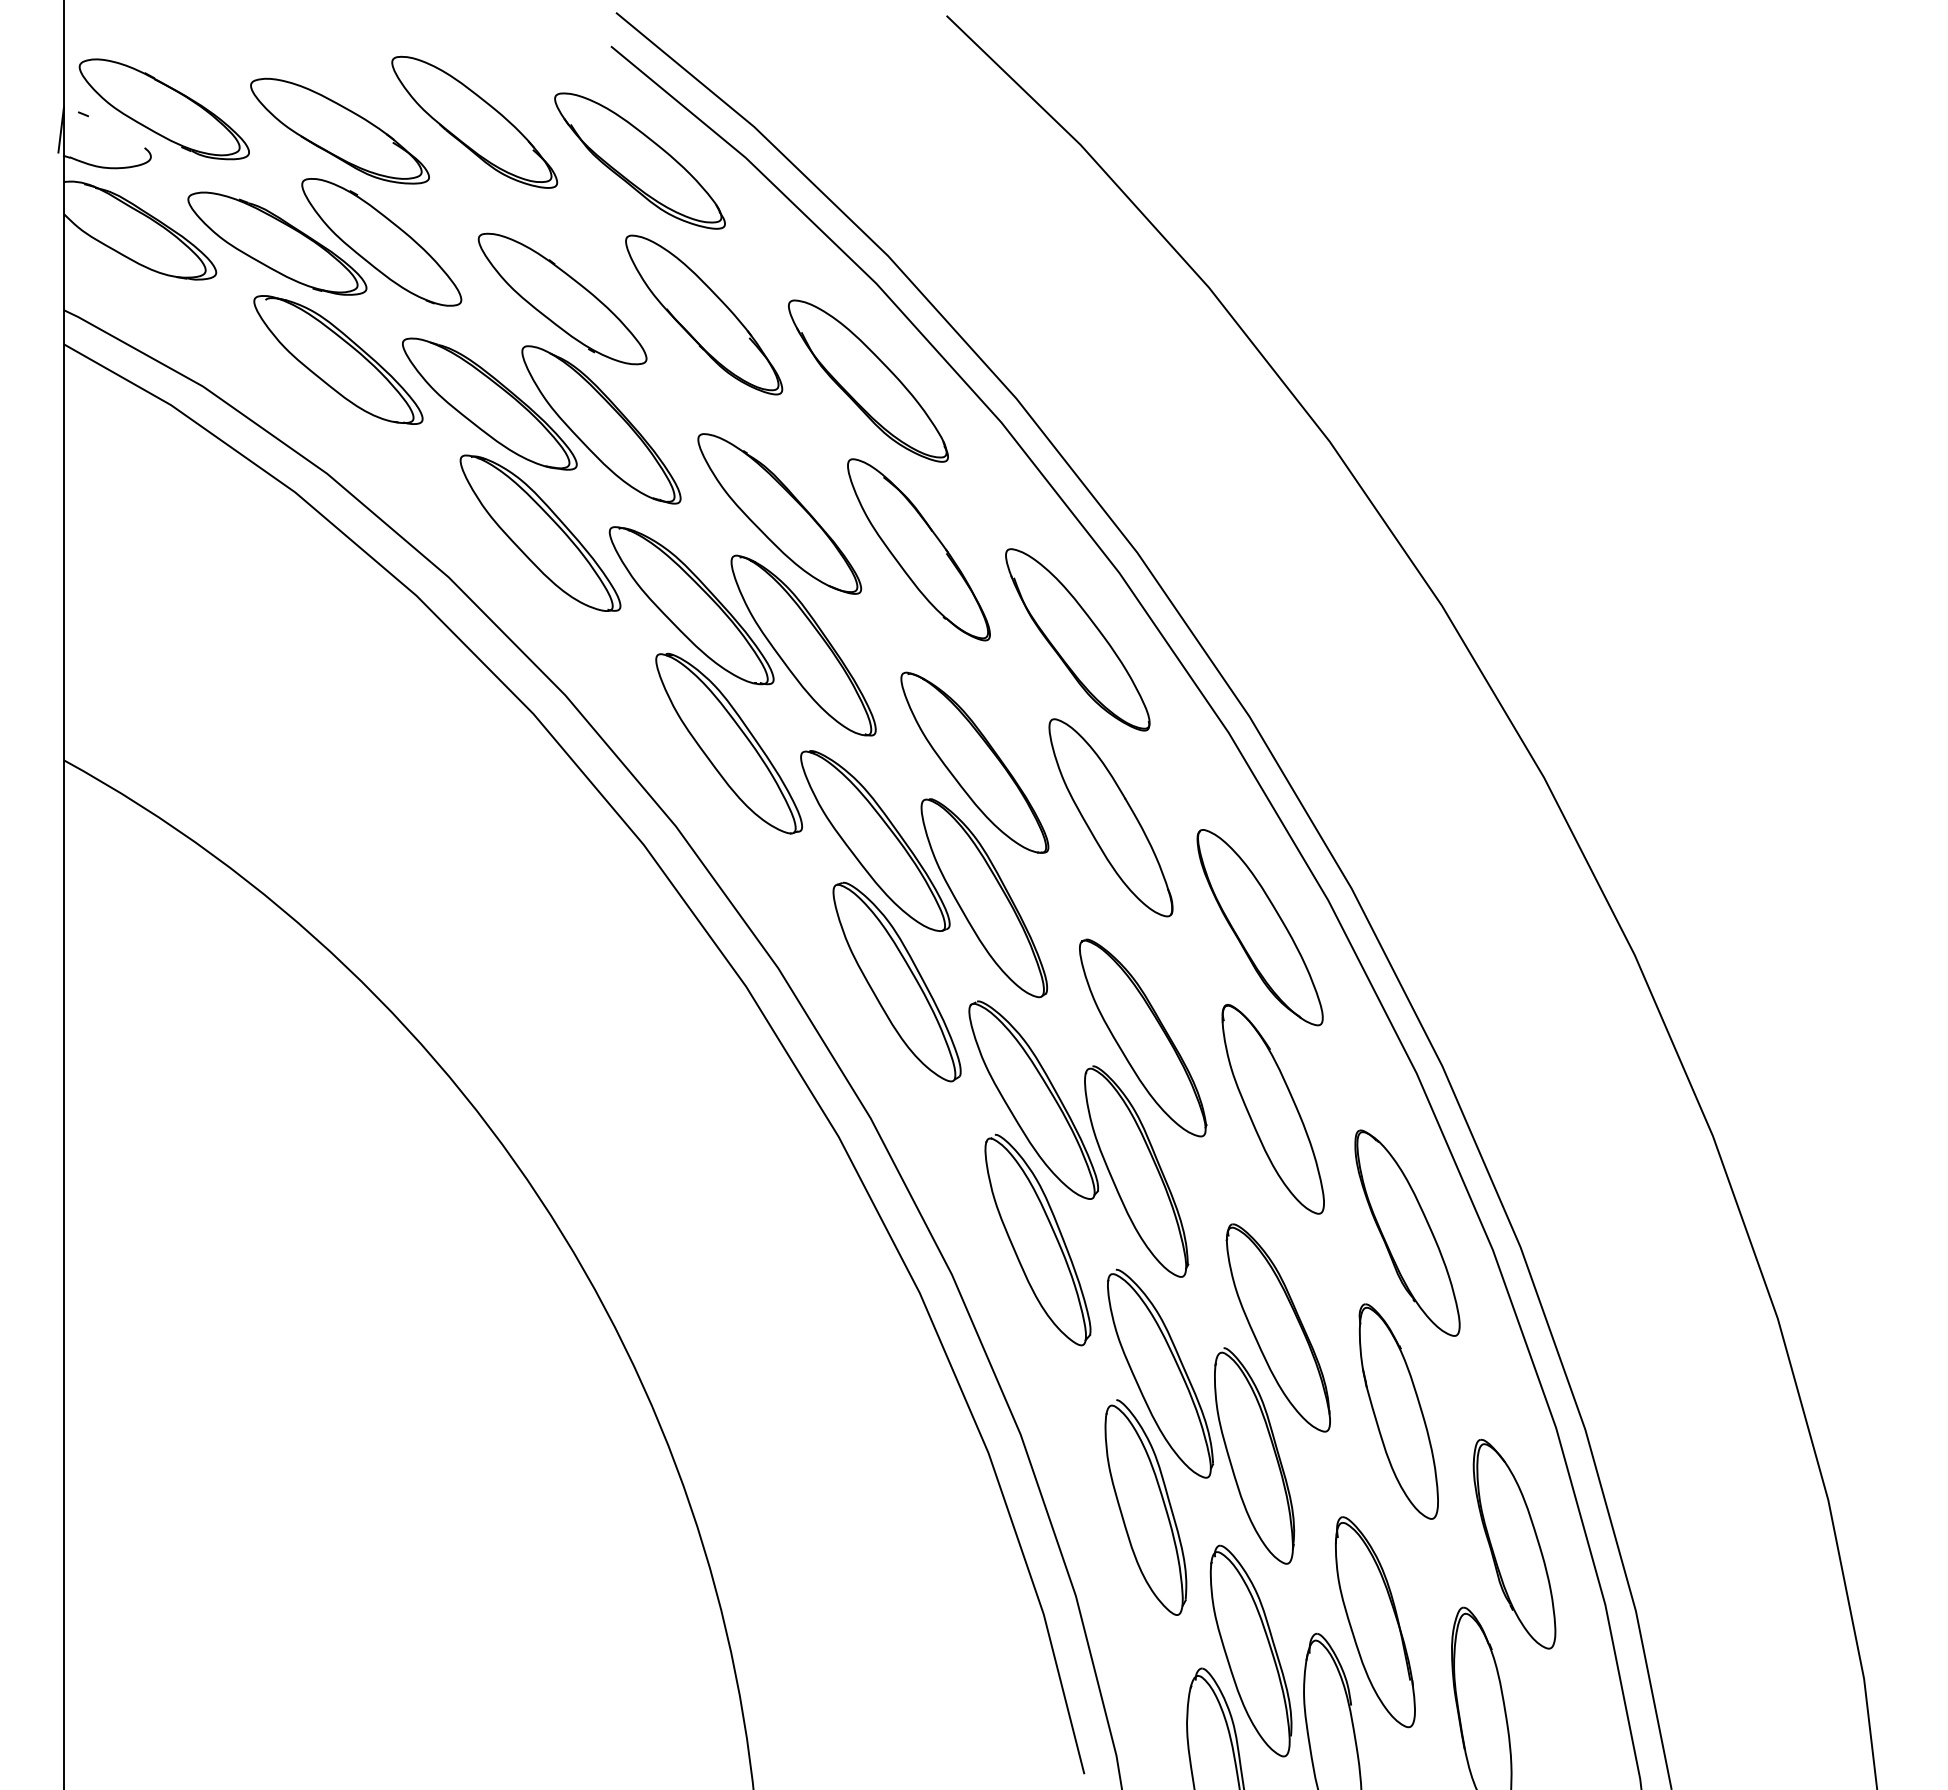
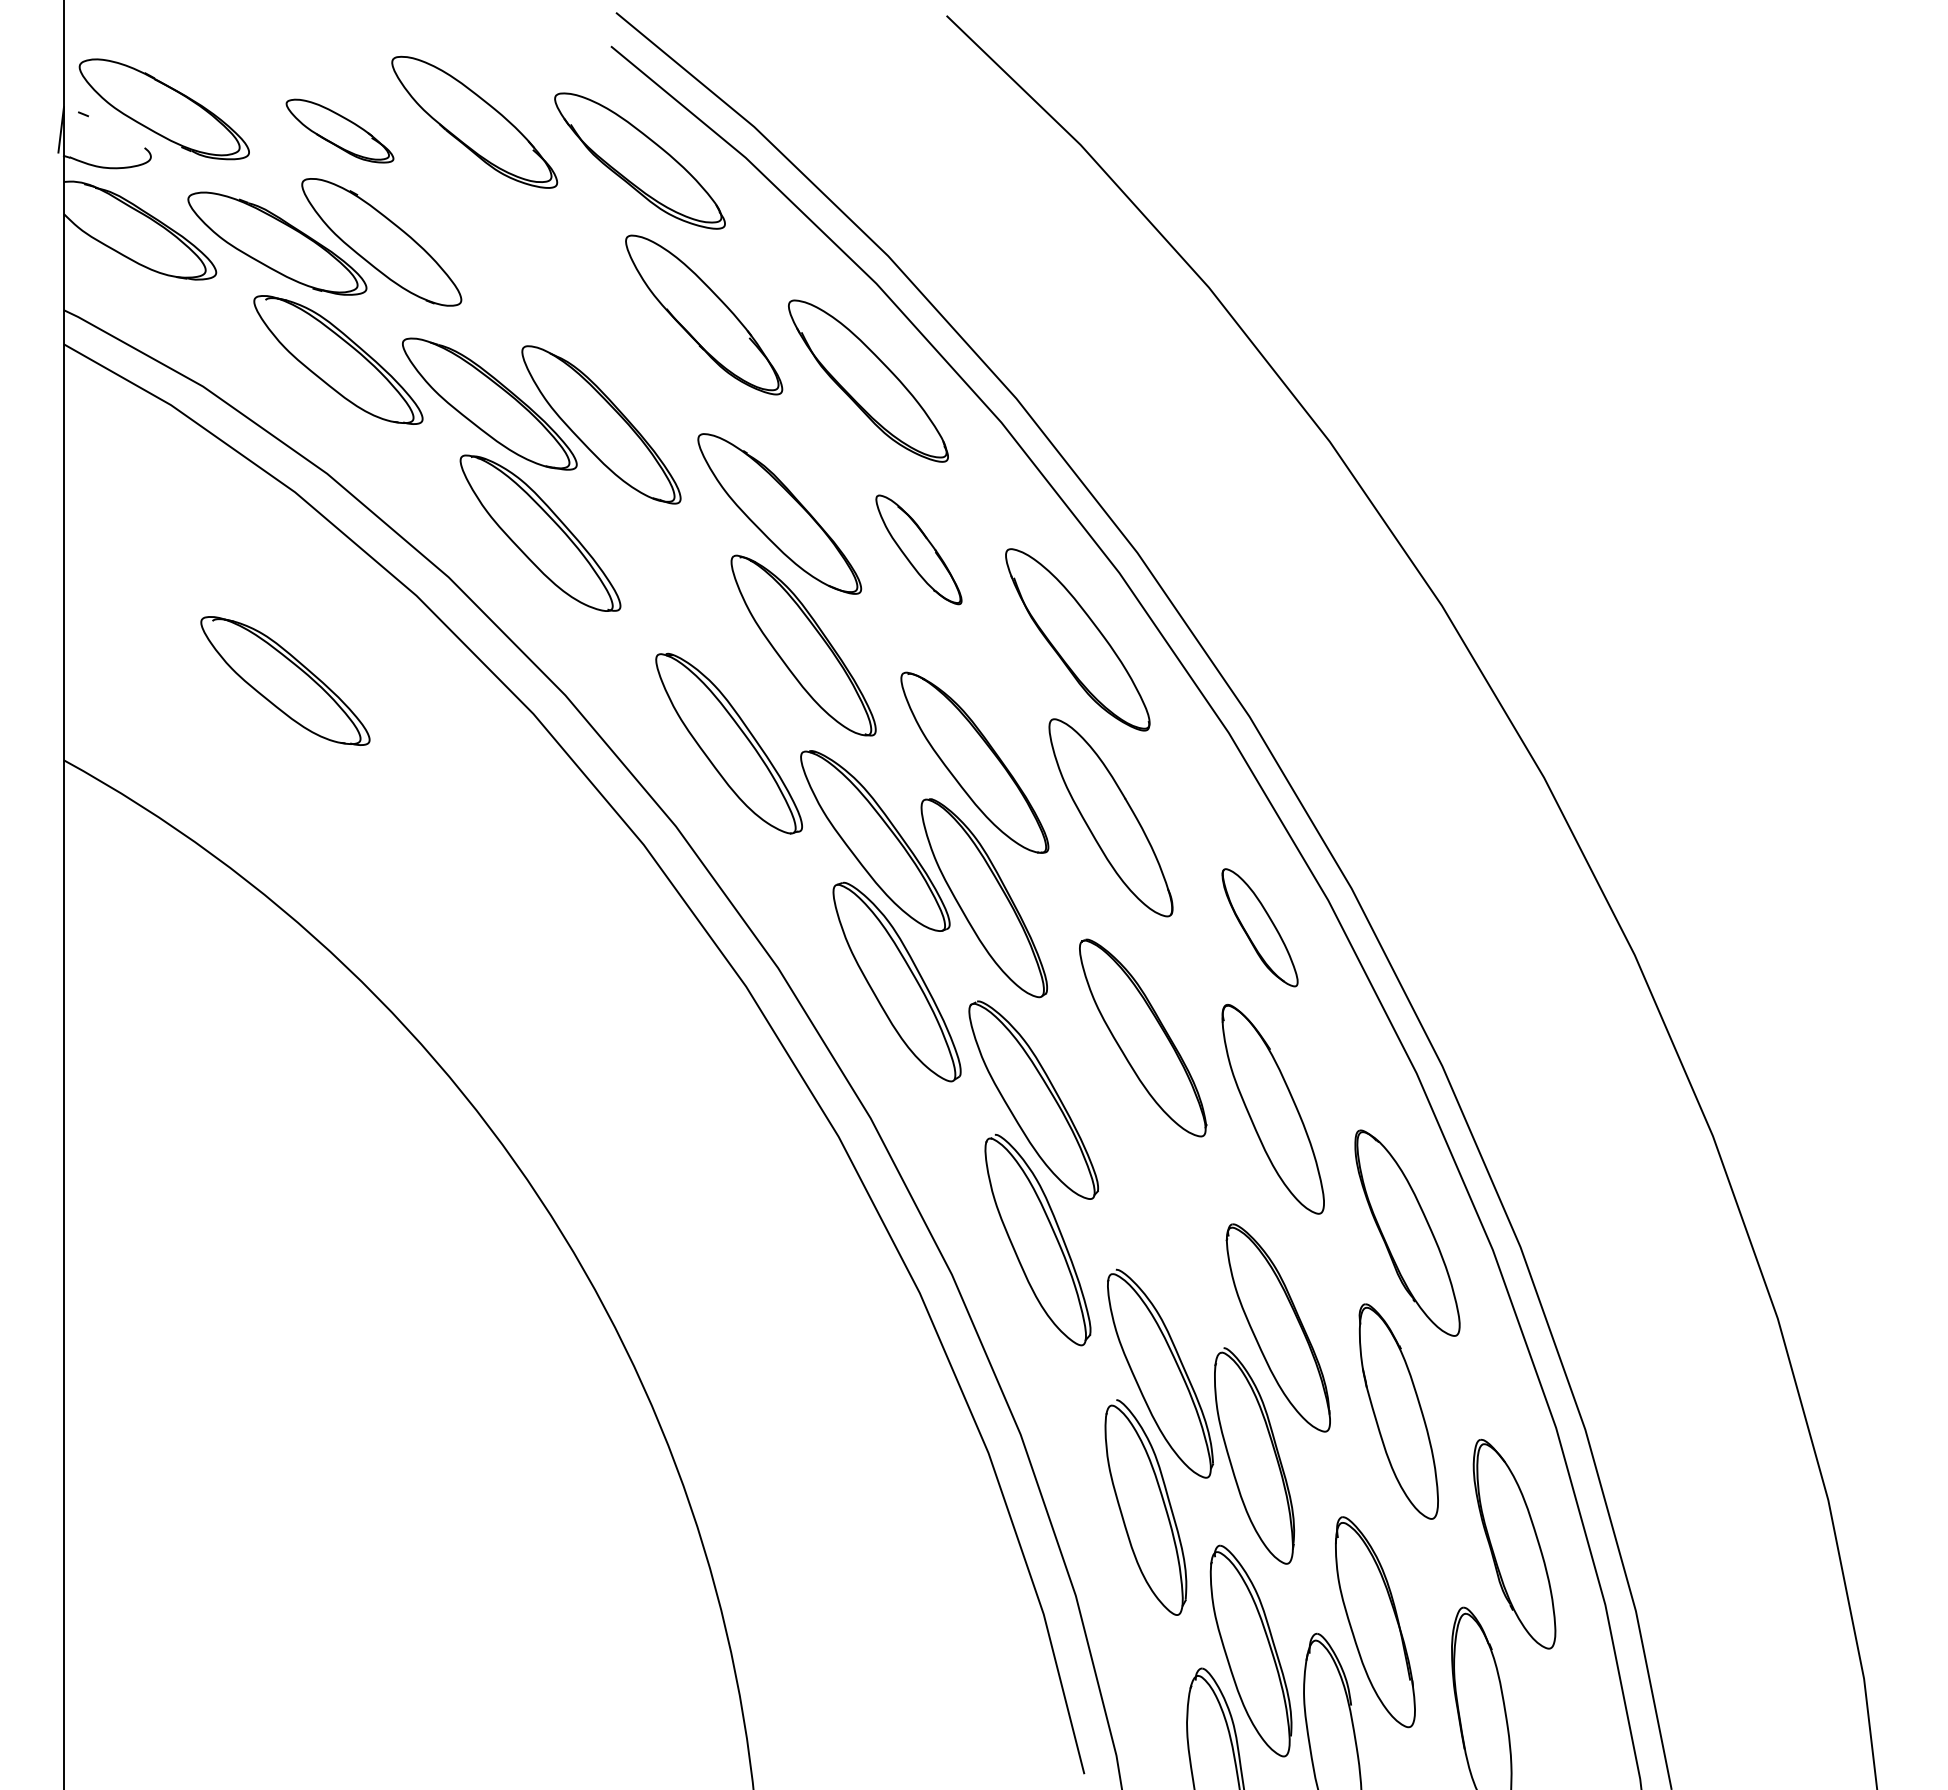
part at (339, 130) size: 180x108 px -> 110x66 px
part at (562, 298): present -> none
part at (918, 549) size: 144x184 px -> 88x112 px
part at (691, 605): present -> none
part at (285, 680): none -> present
part at (1259, 927) size: 128x198 px -> 78x120 px
part at (1136, 1171): present -> none
